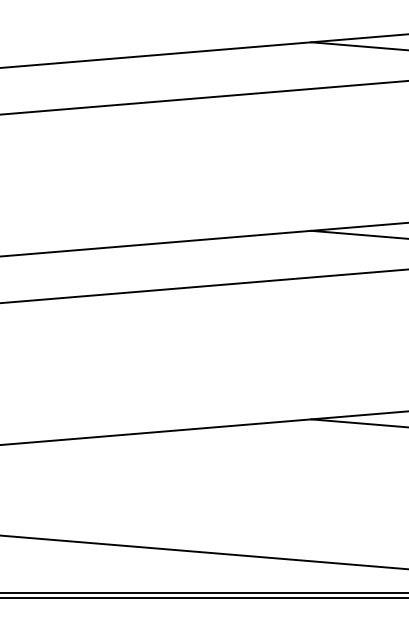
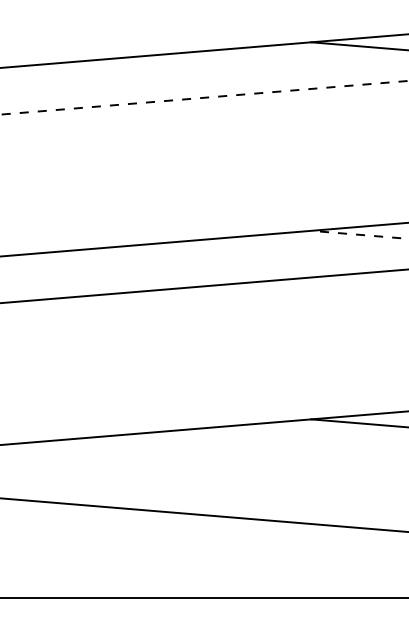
line at (204, 97): solid -> dashed
line at (360, 234): solid -> dashed
line at (203, 552) position: (203, 552) -> (203, 514)
line at (203, 592): present -> none
